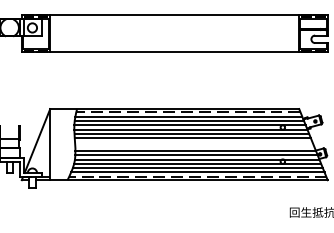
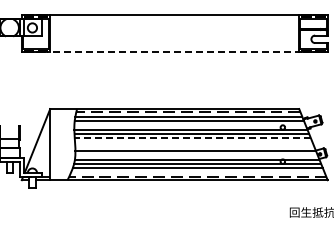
line at (174, 52): solid -> dashed
line at (189, 125): present -> none
line at (192, 138): solid -> dashed
line at (196, 155): present -> none
line at (197, 172): present -> none
